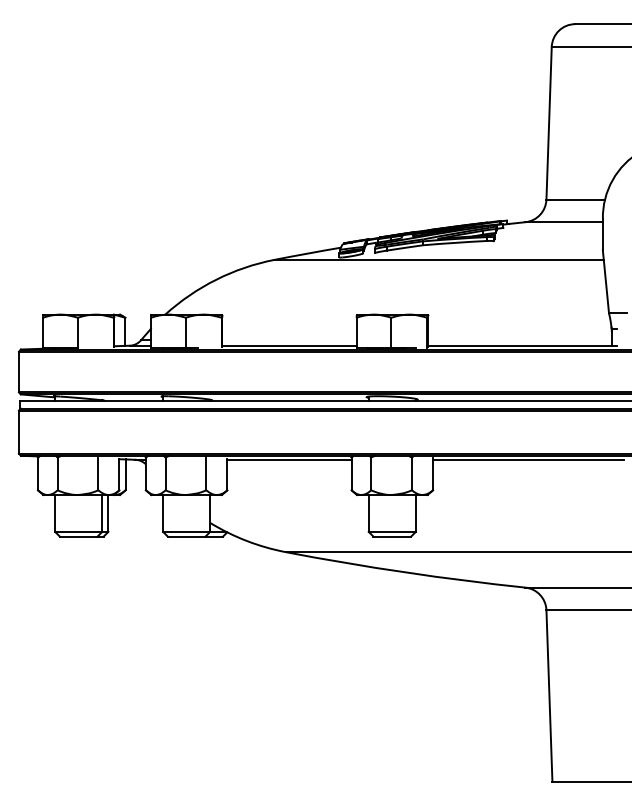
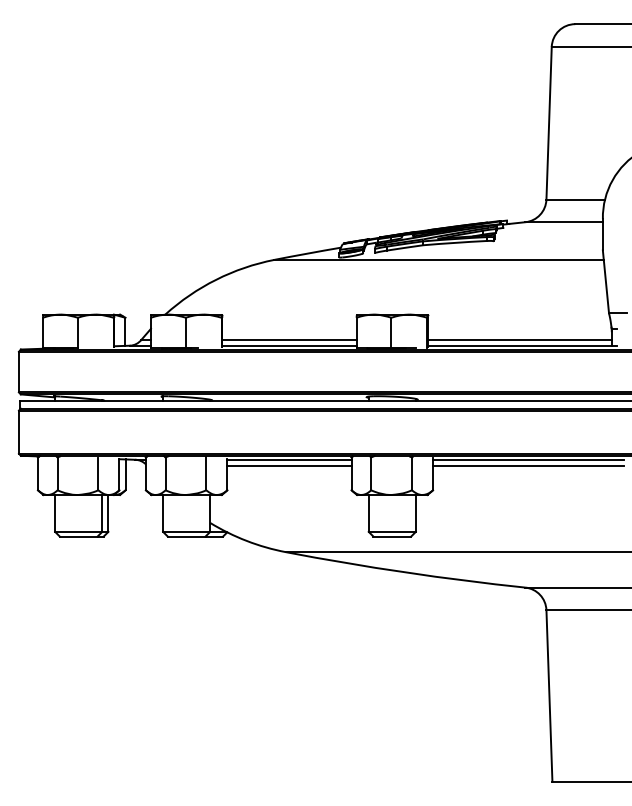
line at (289, 339): none -> present
line at (519, 339): none -> present
line at (289, 466): none -> present
line at (528, 466): none -> present
